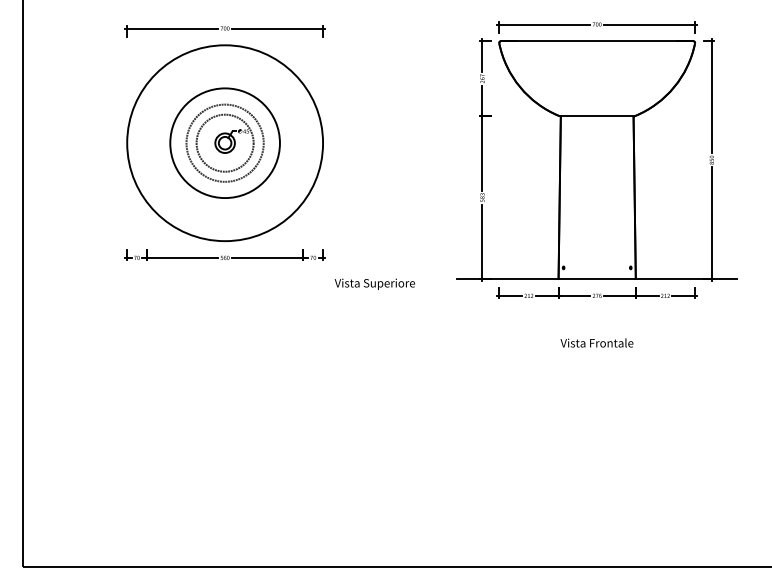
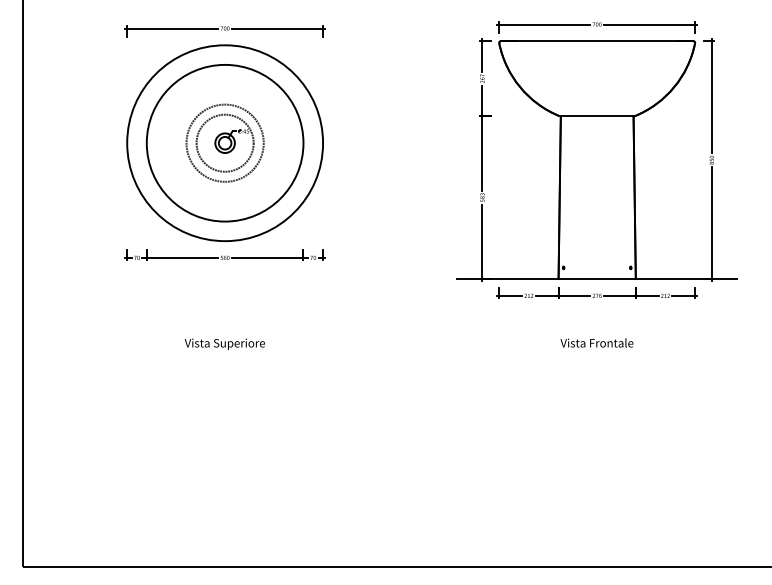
circle at (224, 143) diameter: 110 px -> 157 px
text at (374, 283) position: (374, 283) -> (224, 343)
